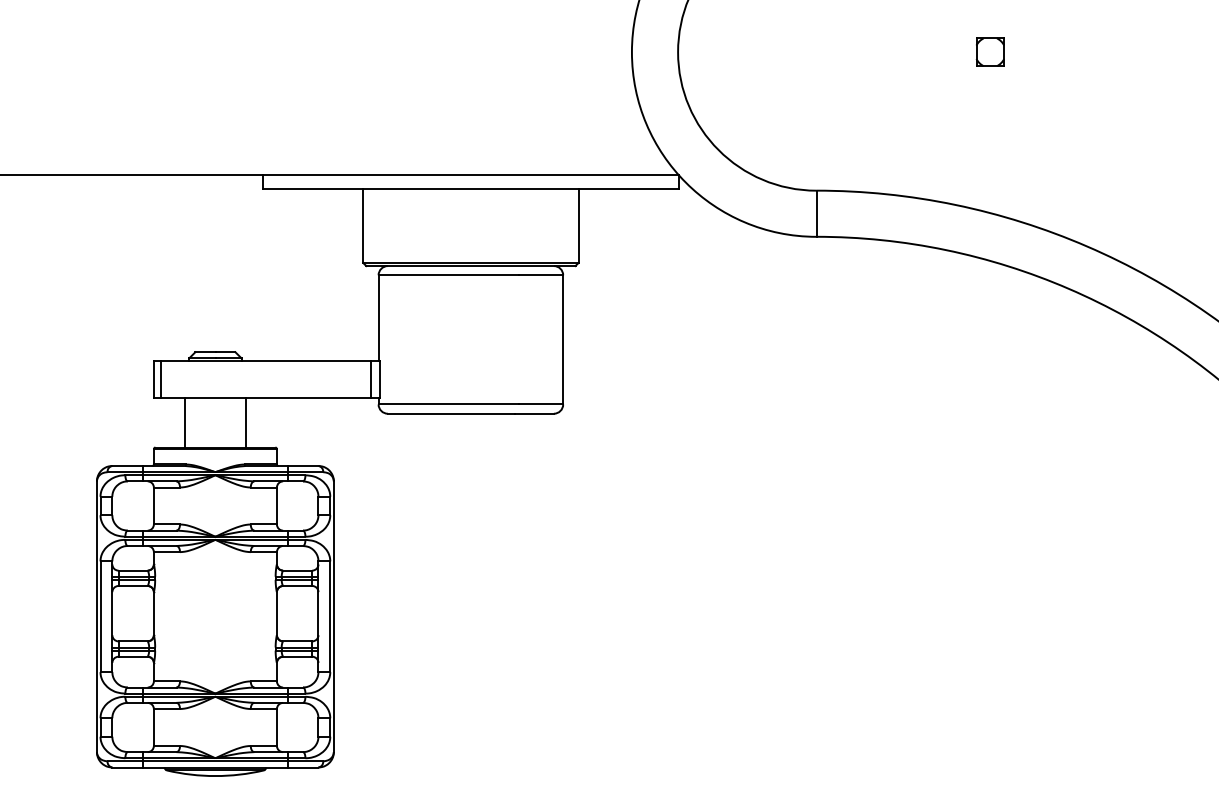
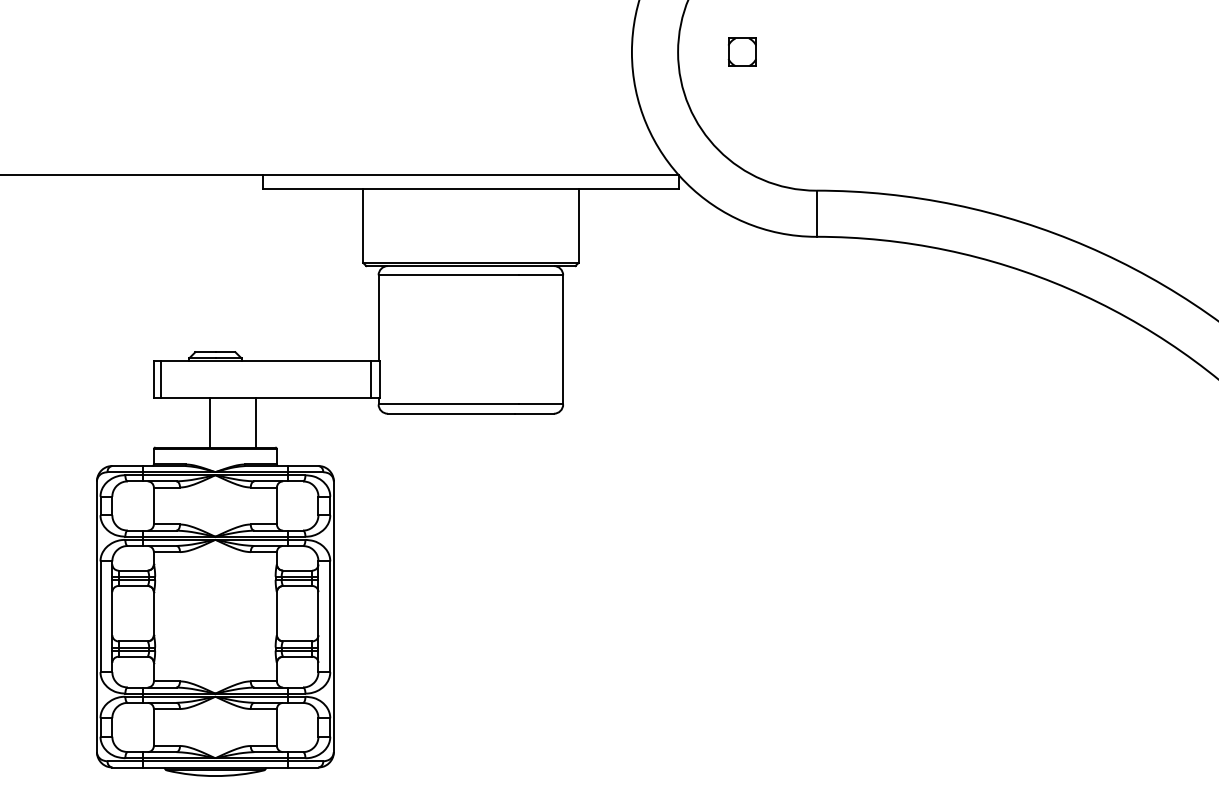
part at (989, 51) position: (989, 51) -> (741, 51)
line at (184, 422) position: (184, 422) -> (209, 422)
line at (246, 422) position: (246, 422) -> (256, 422)
